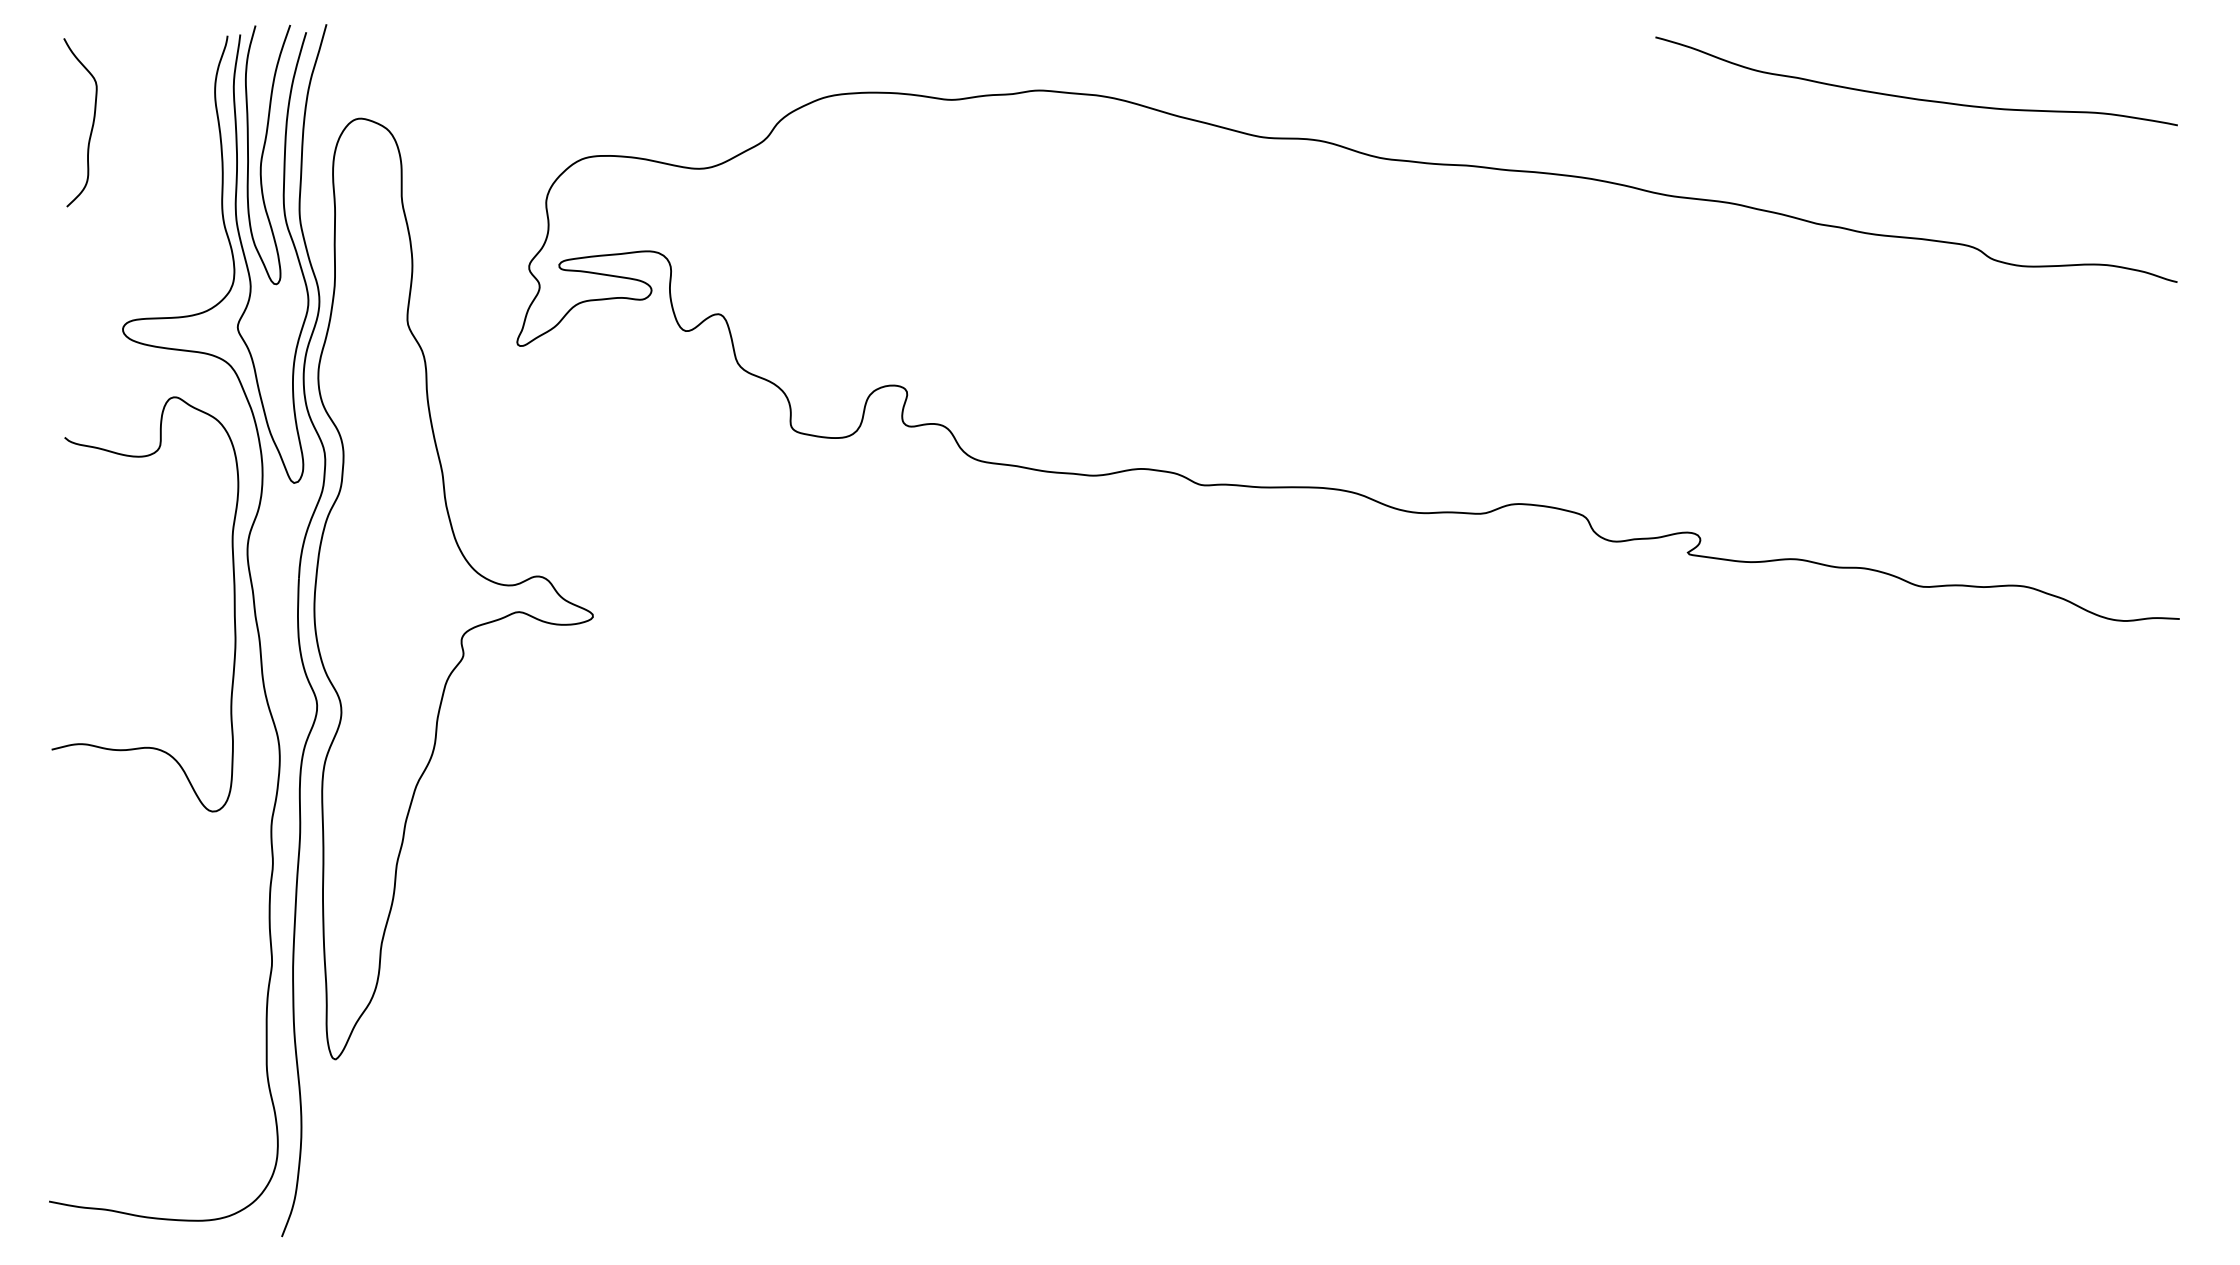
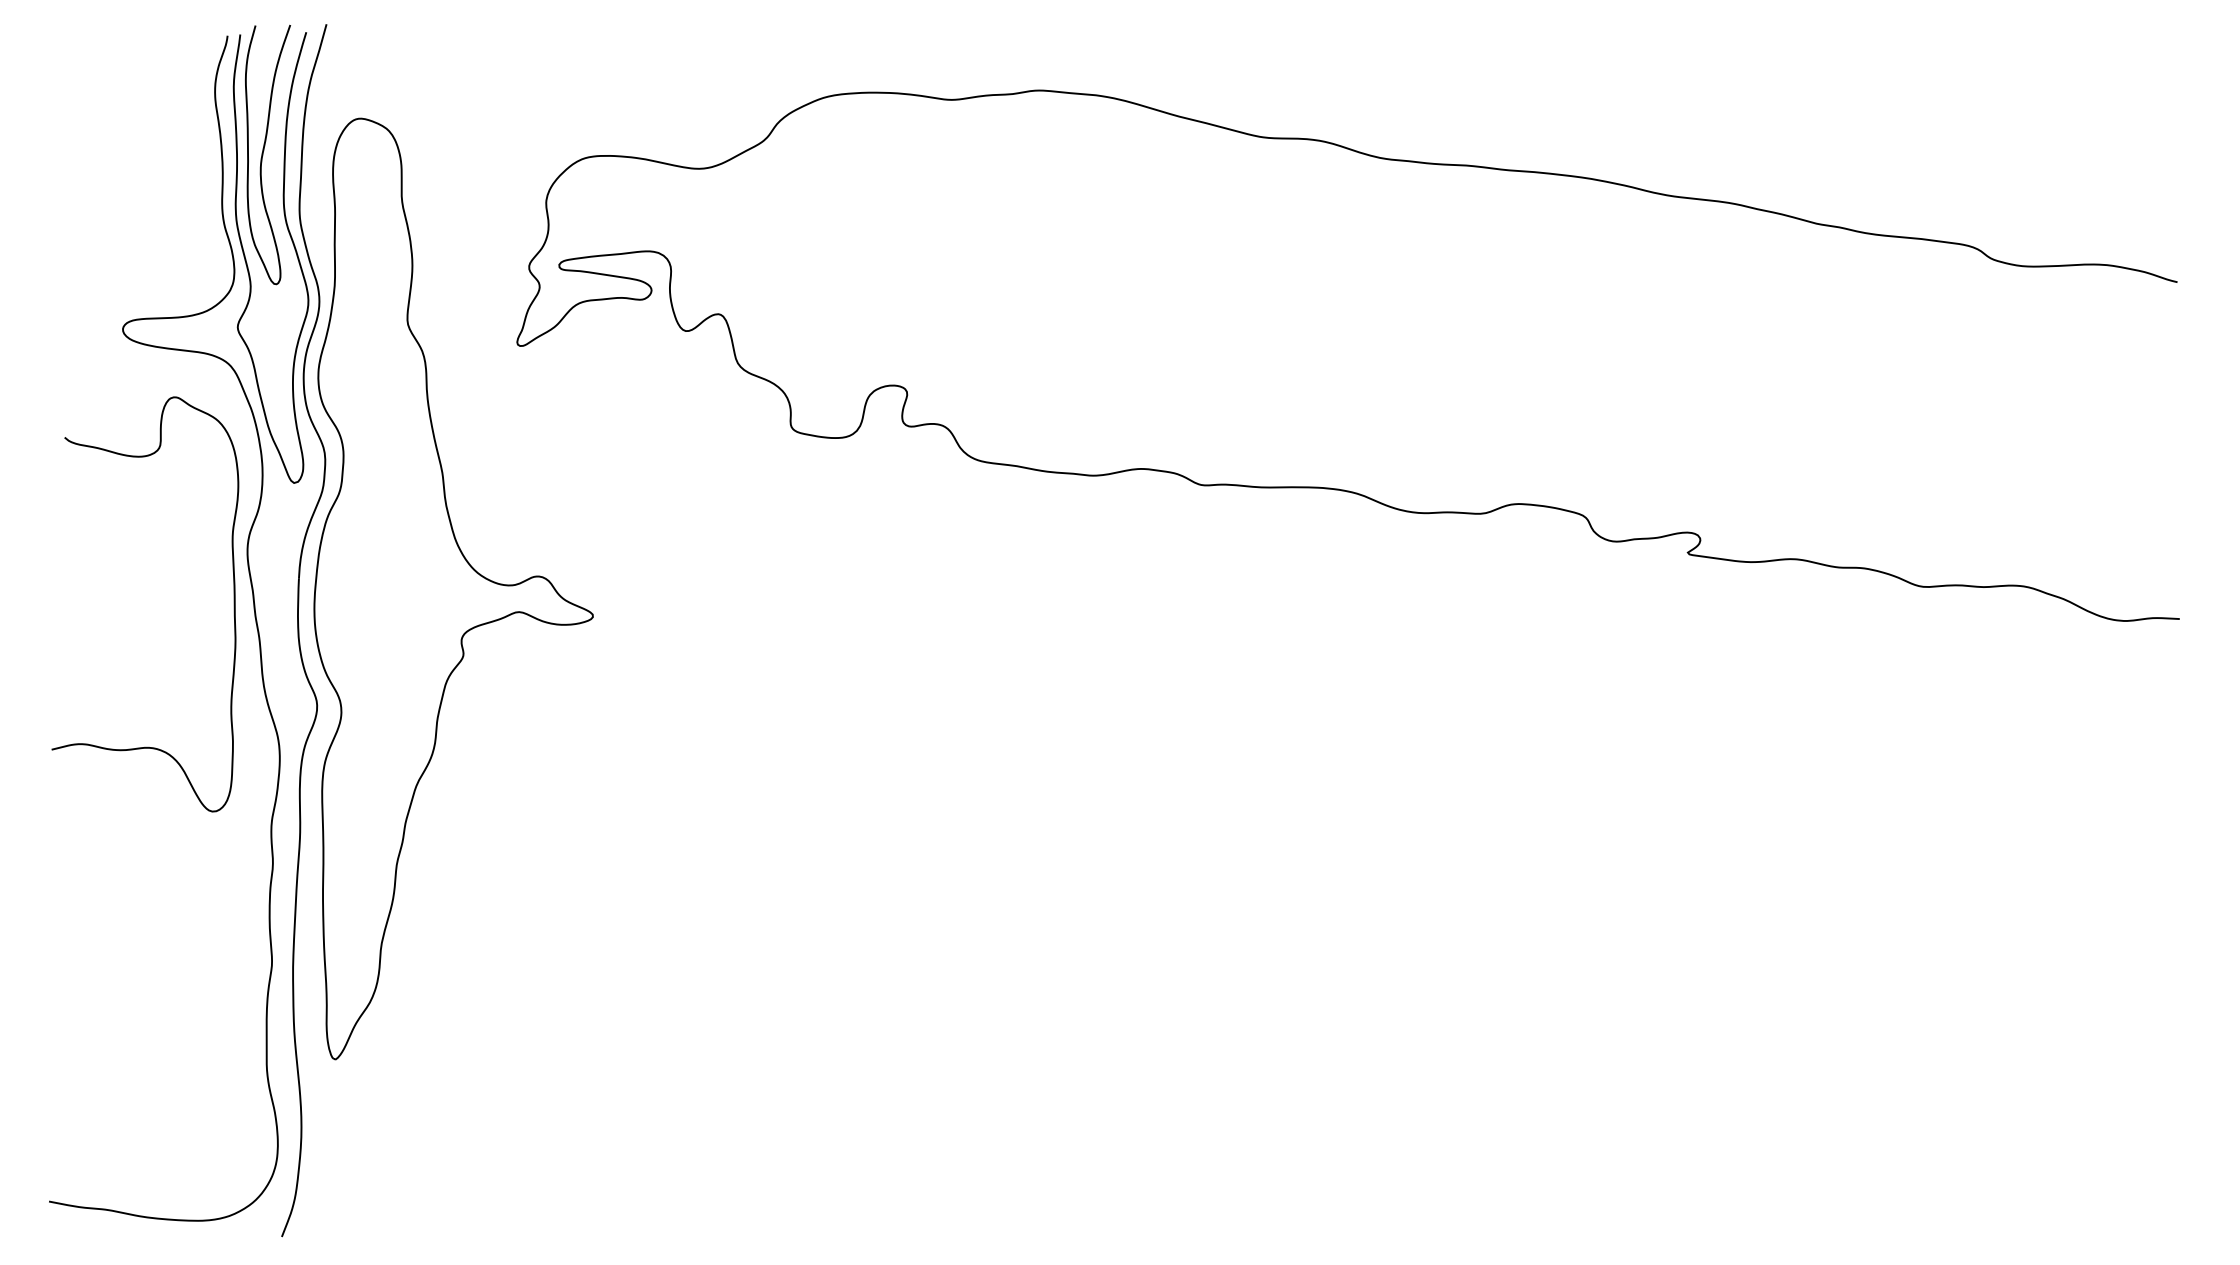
curve at (1913, 97): present -> none
curve at (91, 126): present -> none
